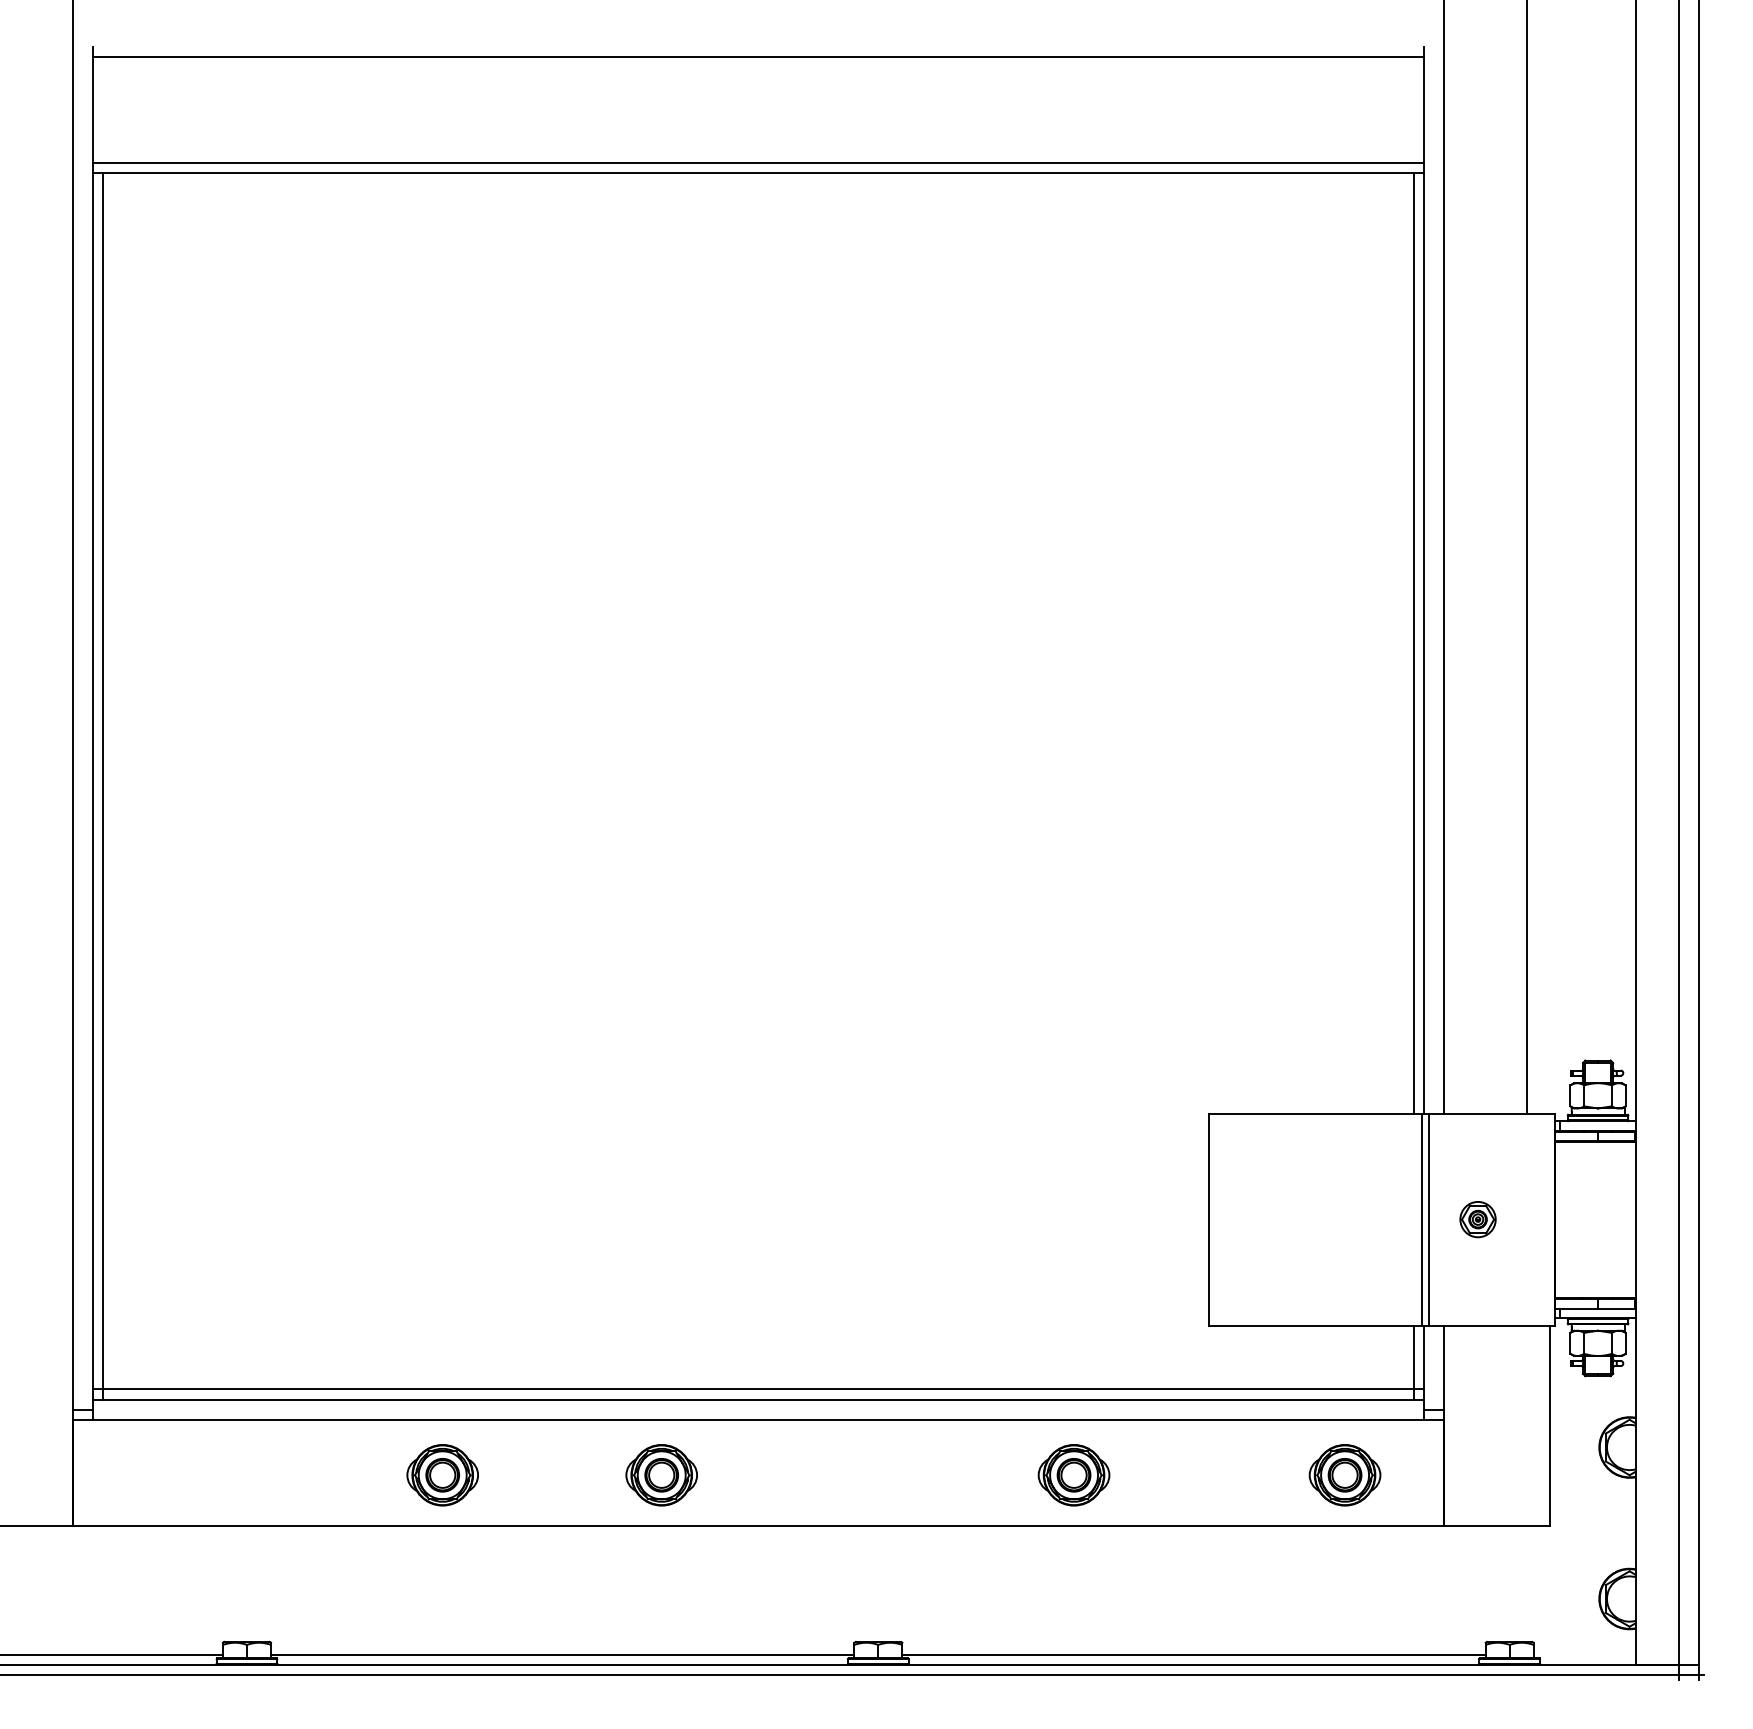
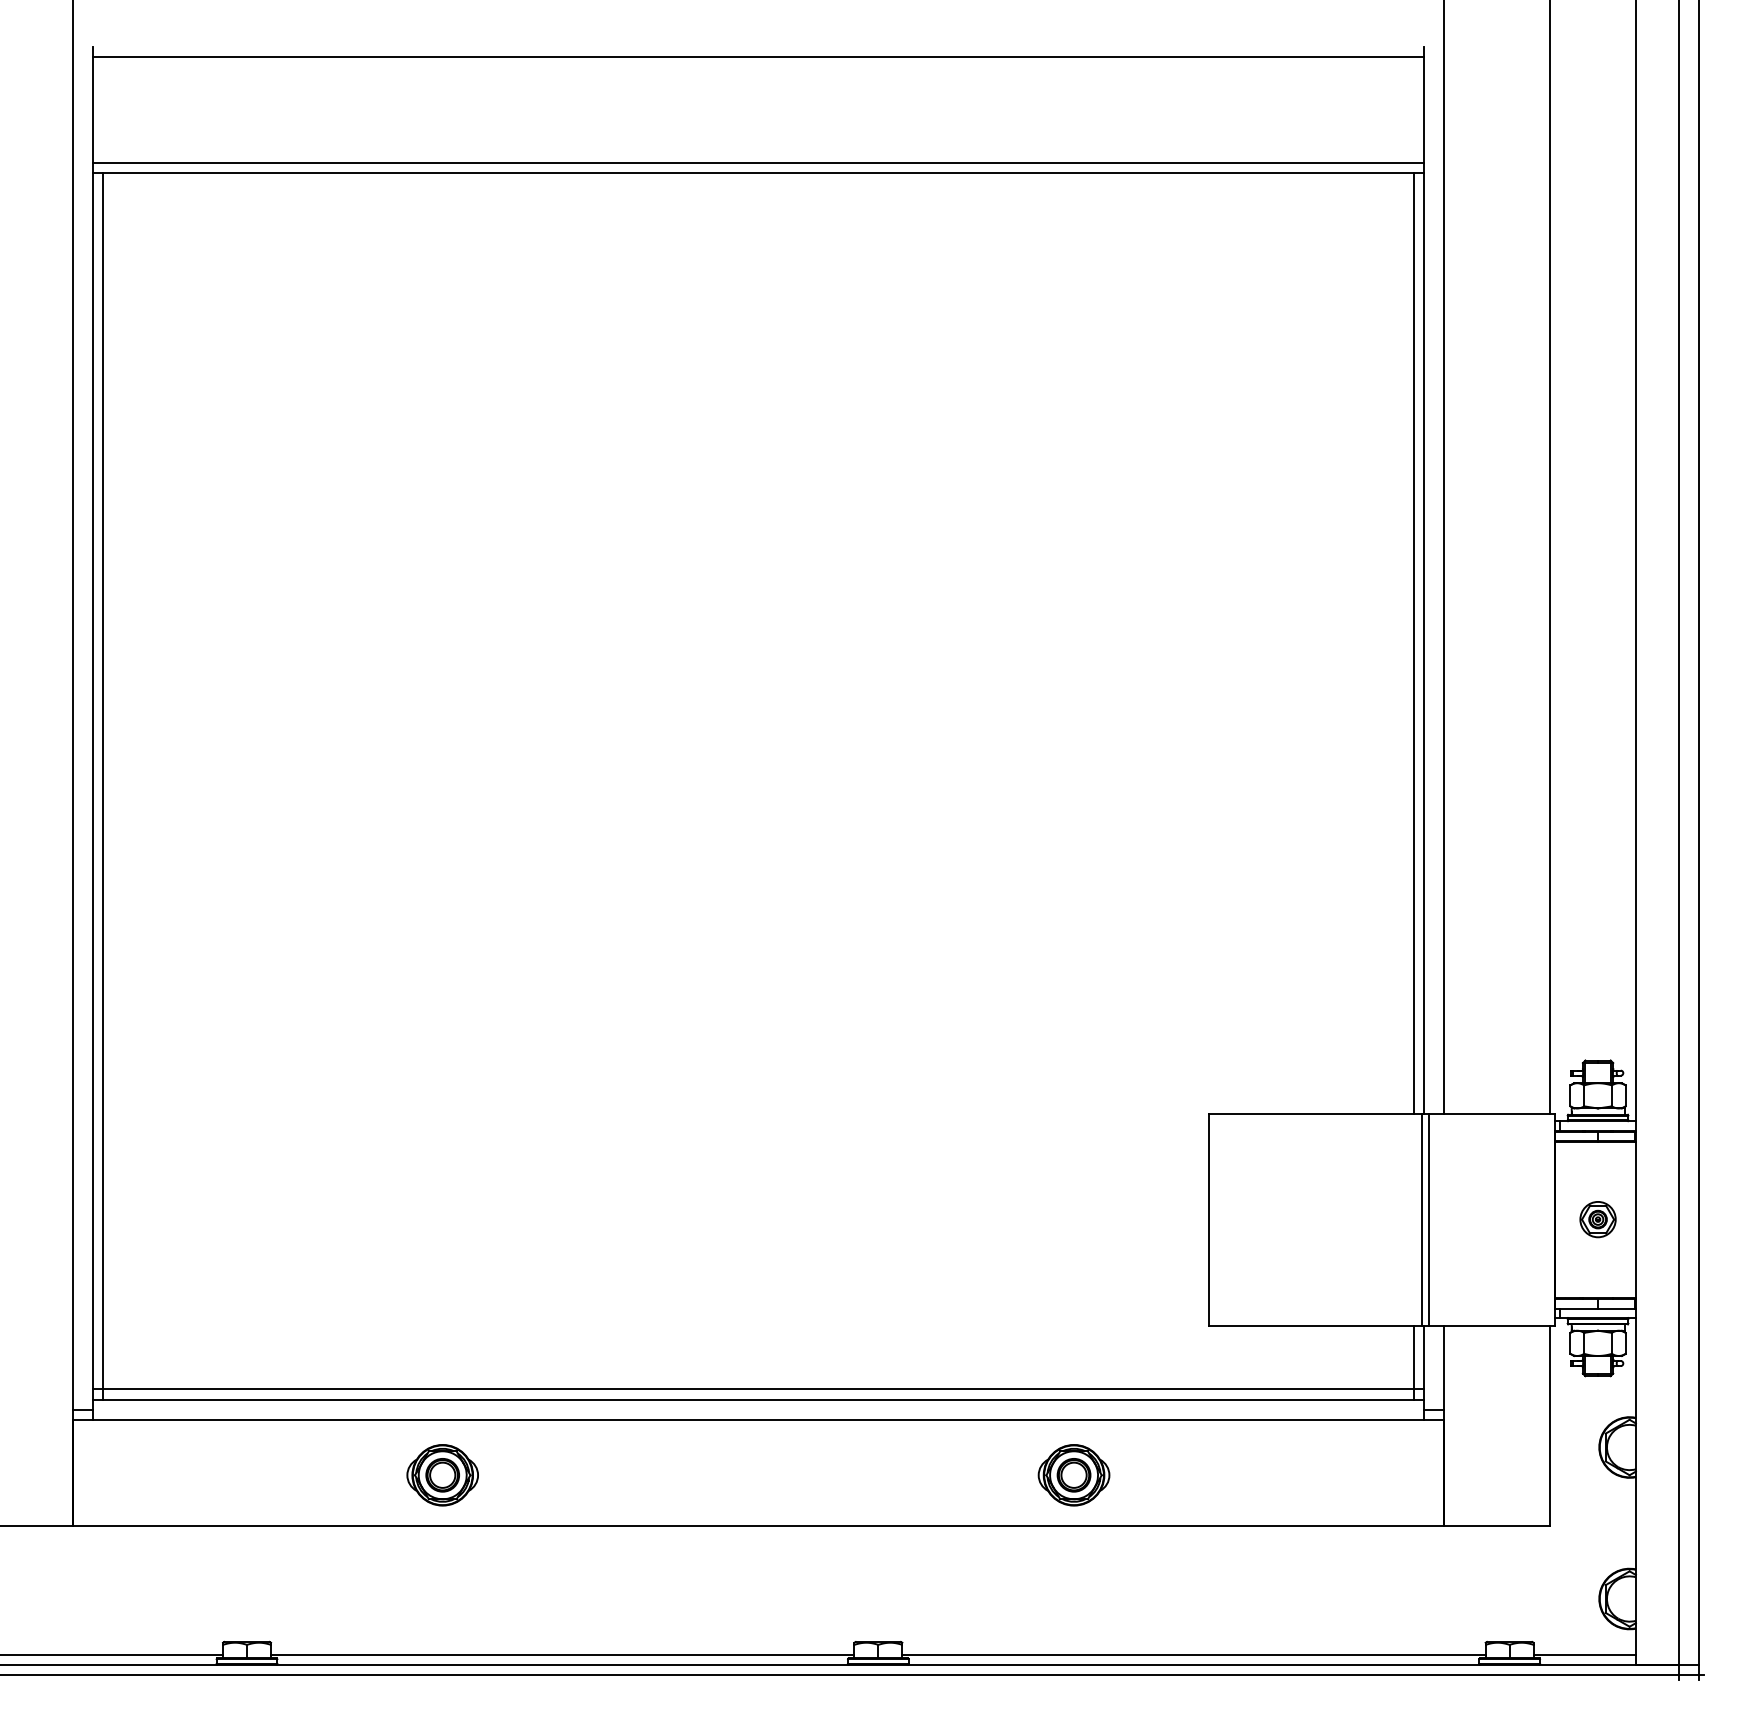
line at (1527, 557) position: (1527, 557) -> (1550, 557)
part at (1477, 1219) position: (1477, 1219) -> (1597, 1219)
part at (661, 1475): present -> none
part at (1344, 1475): present -> none
line at (1584, 1654): none -> present
